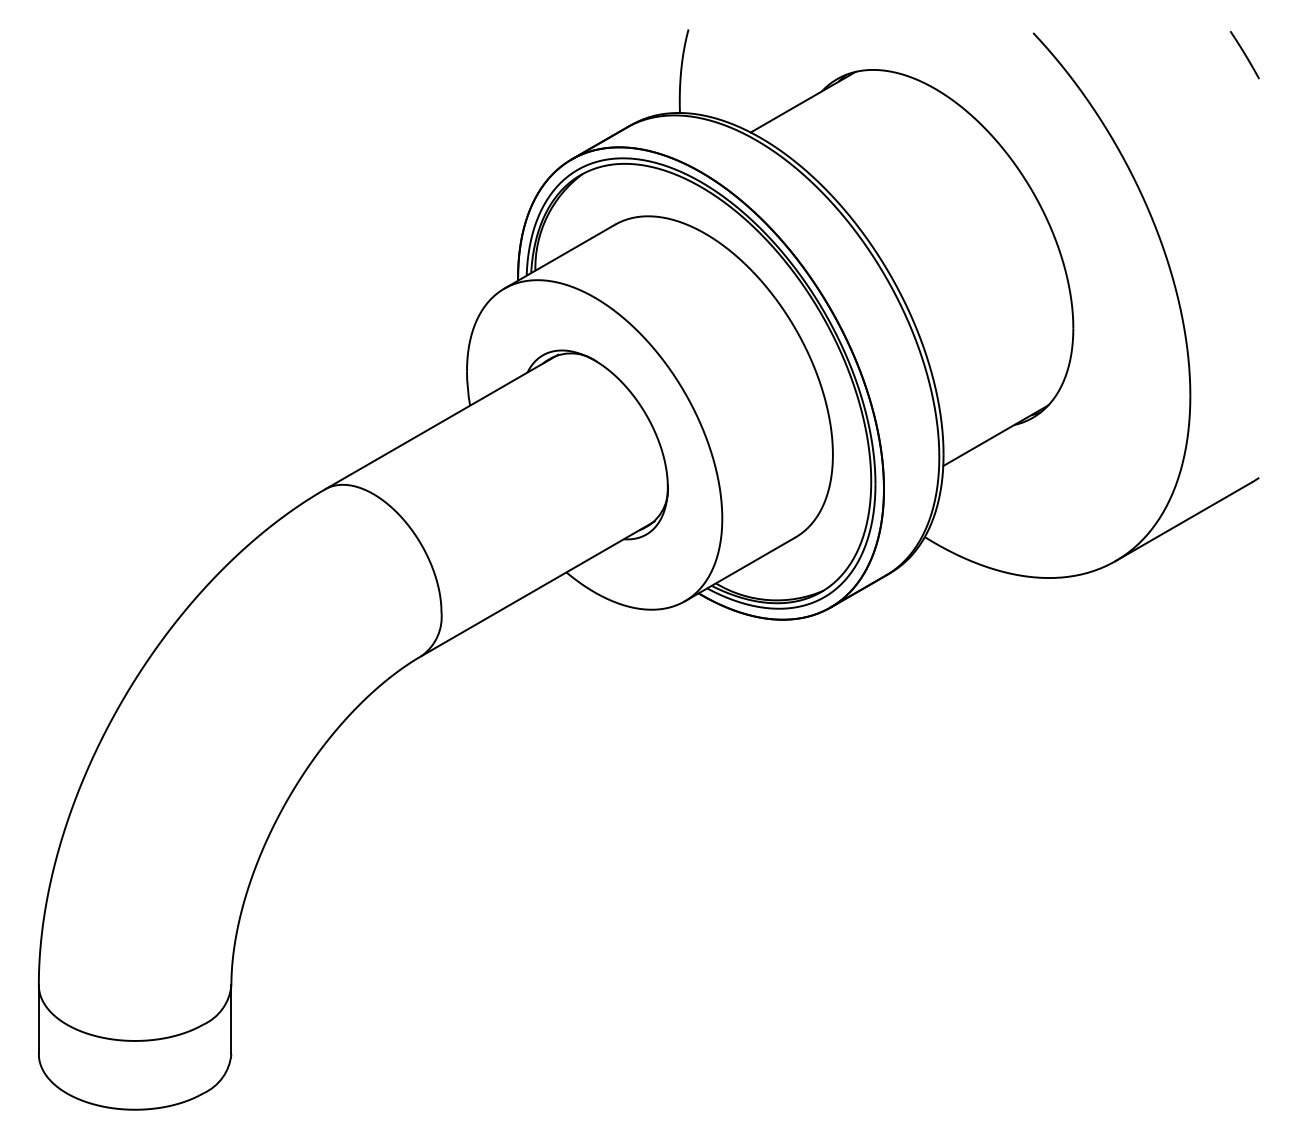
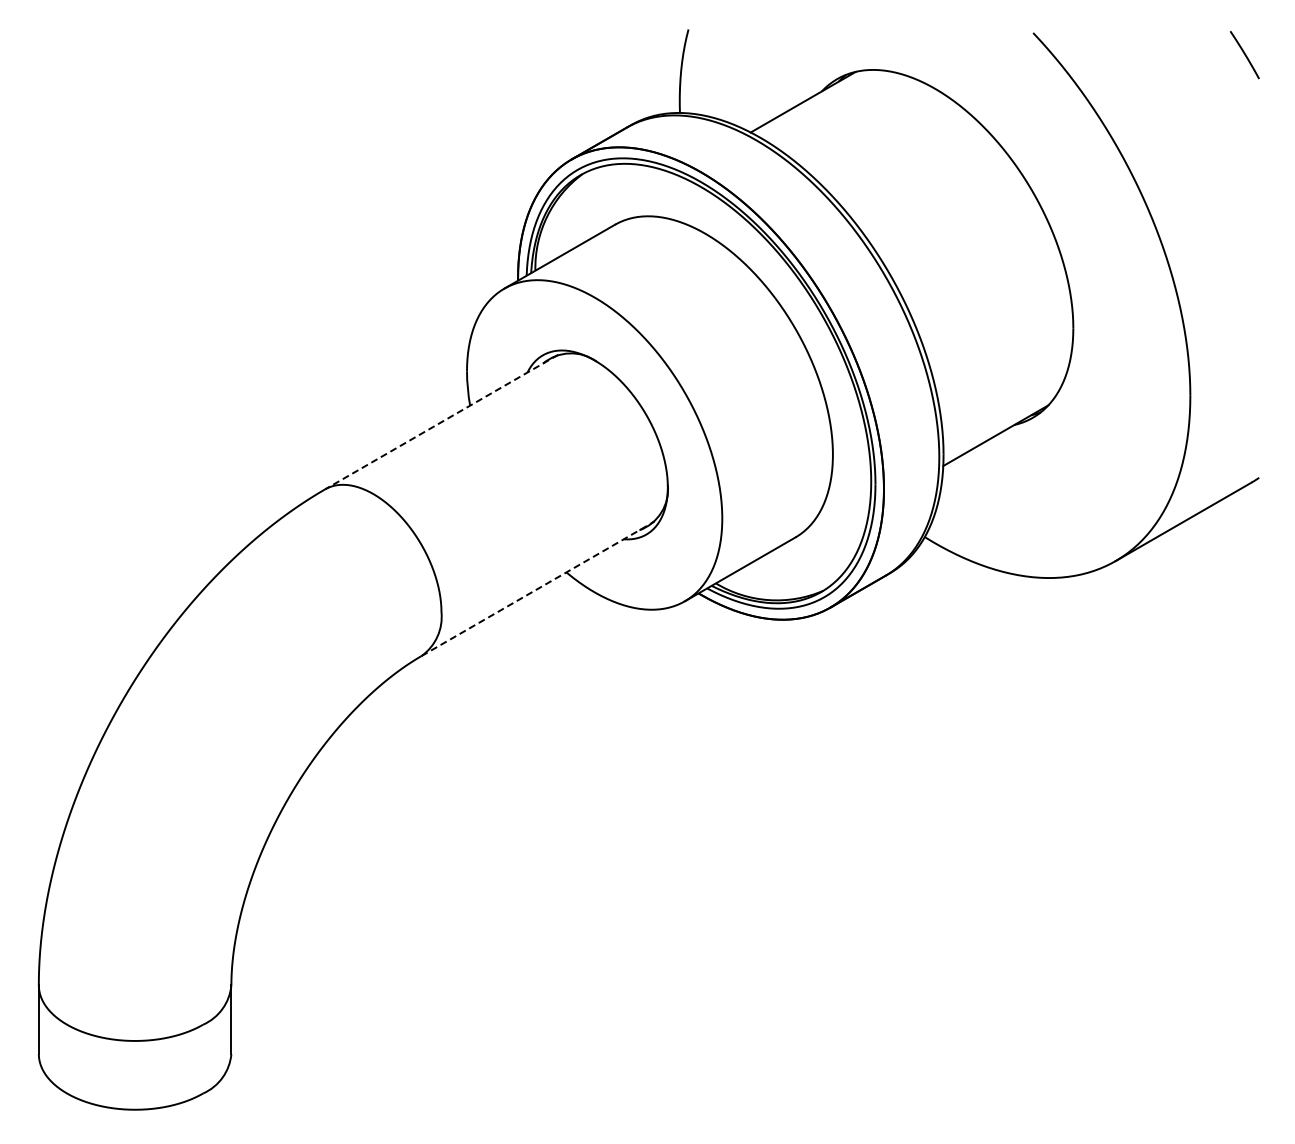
line at (441, 422): solid -> dashed
line at (538, 588): solid -> dashed
